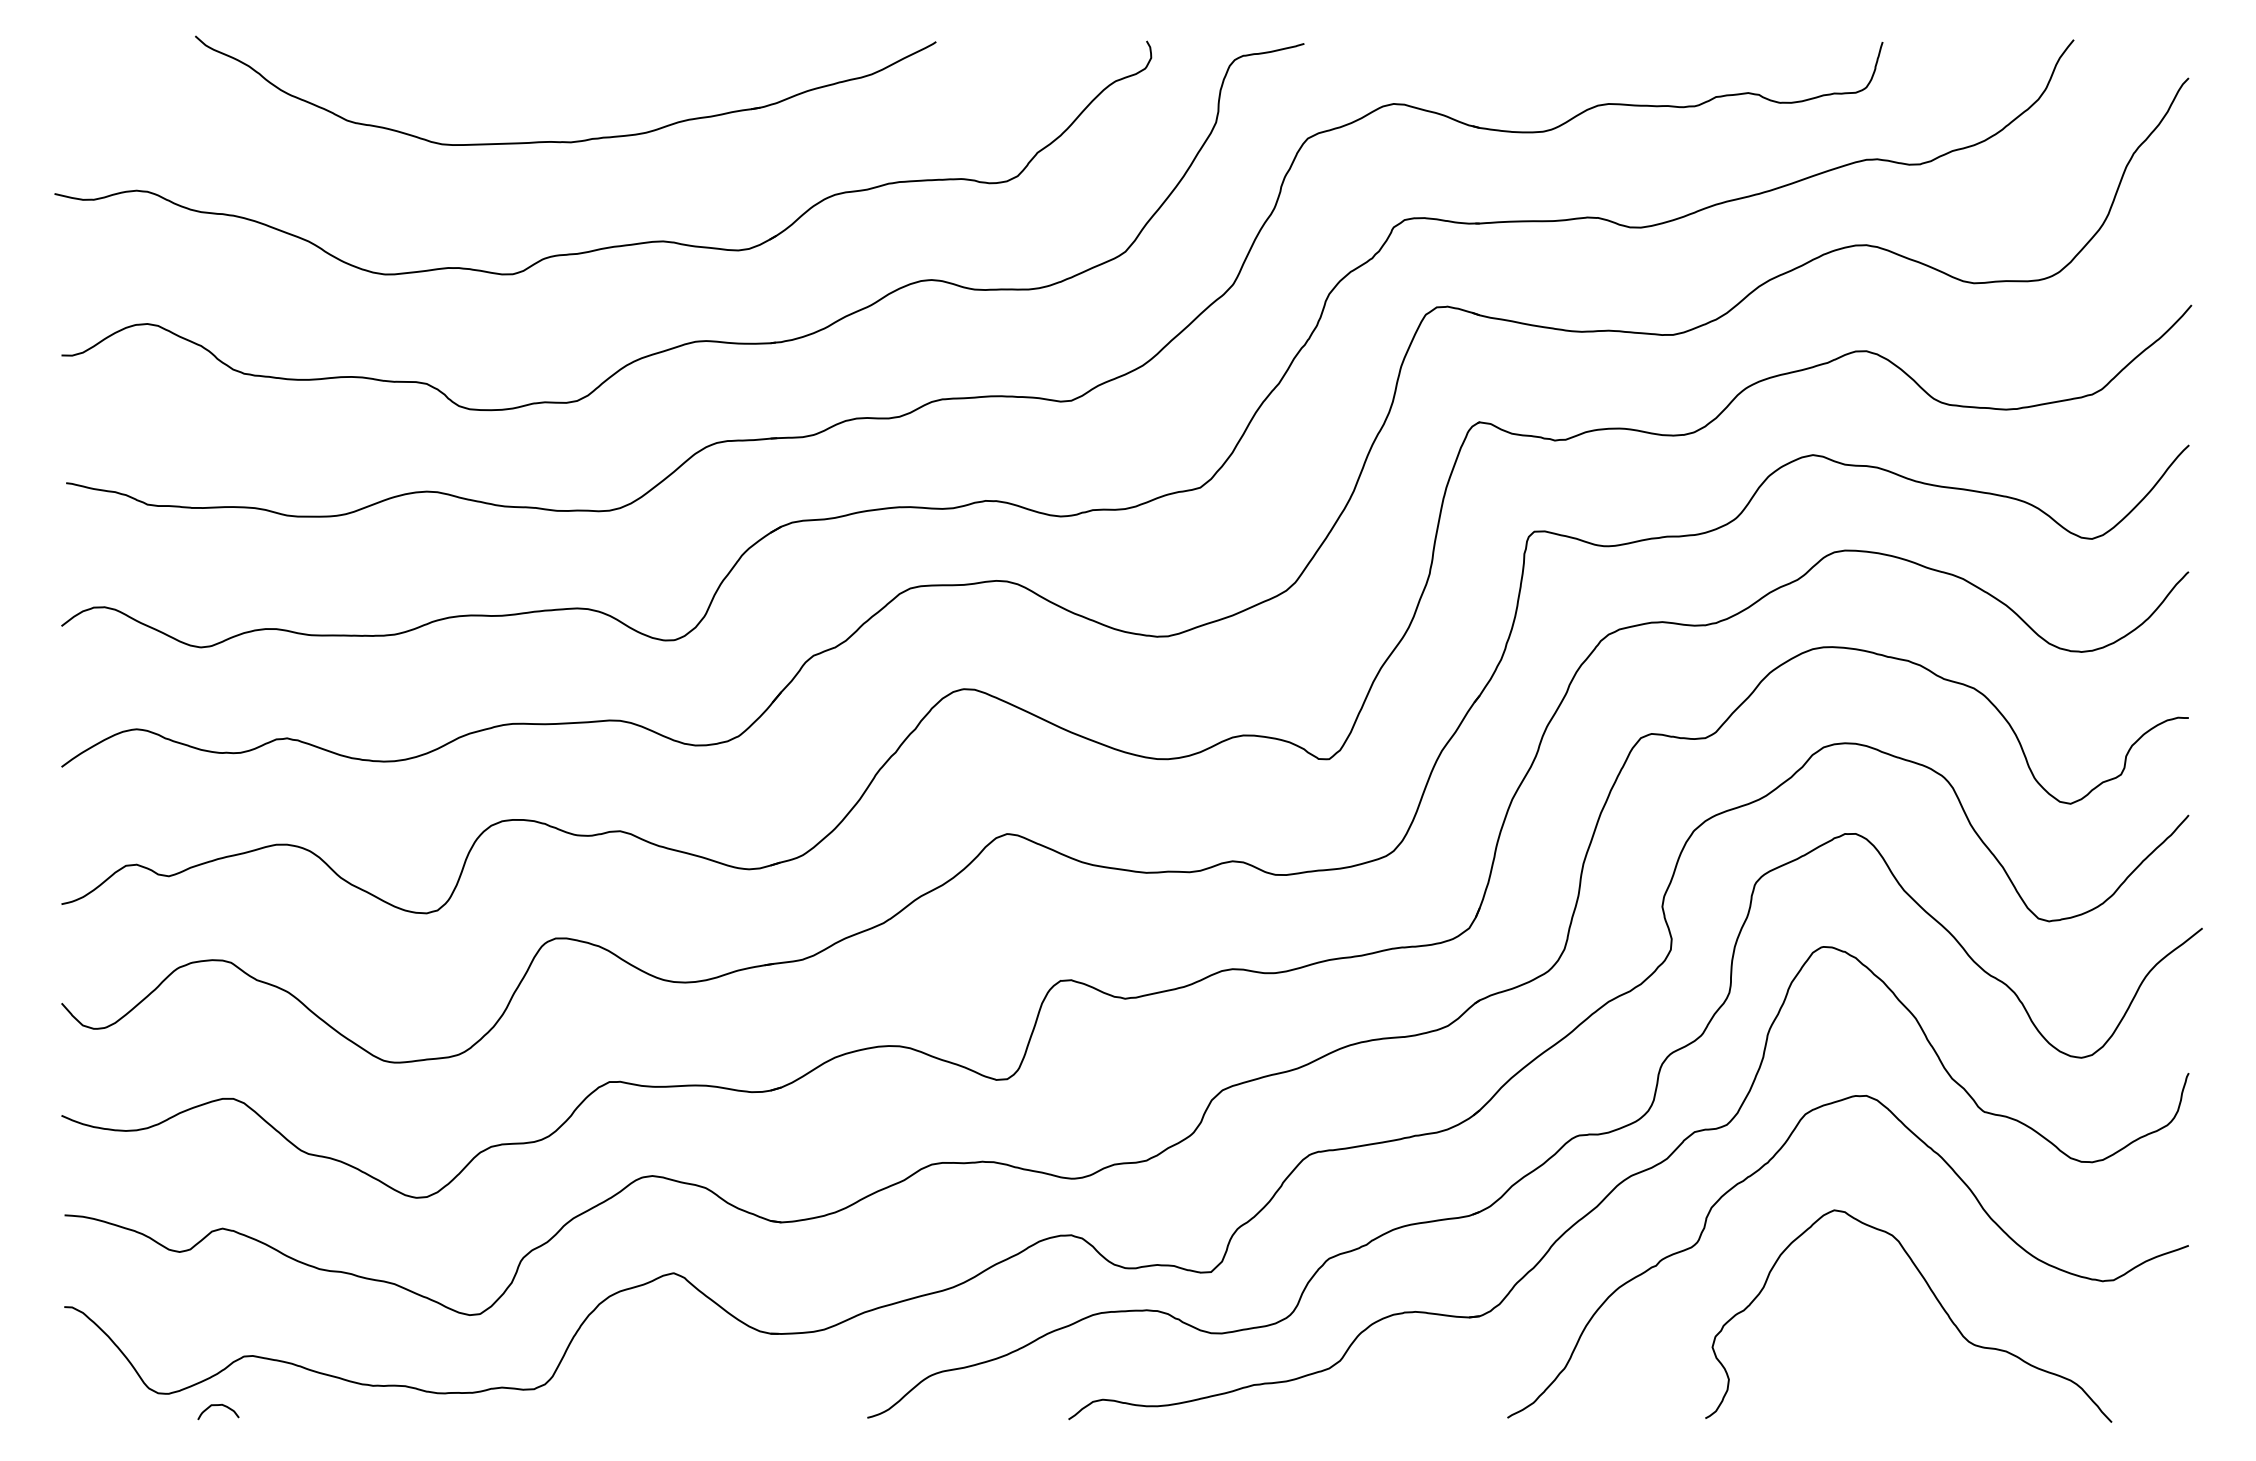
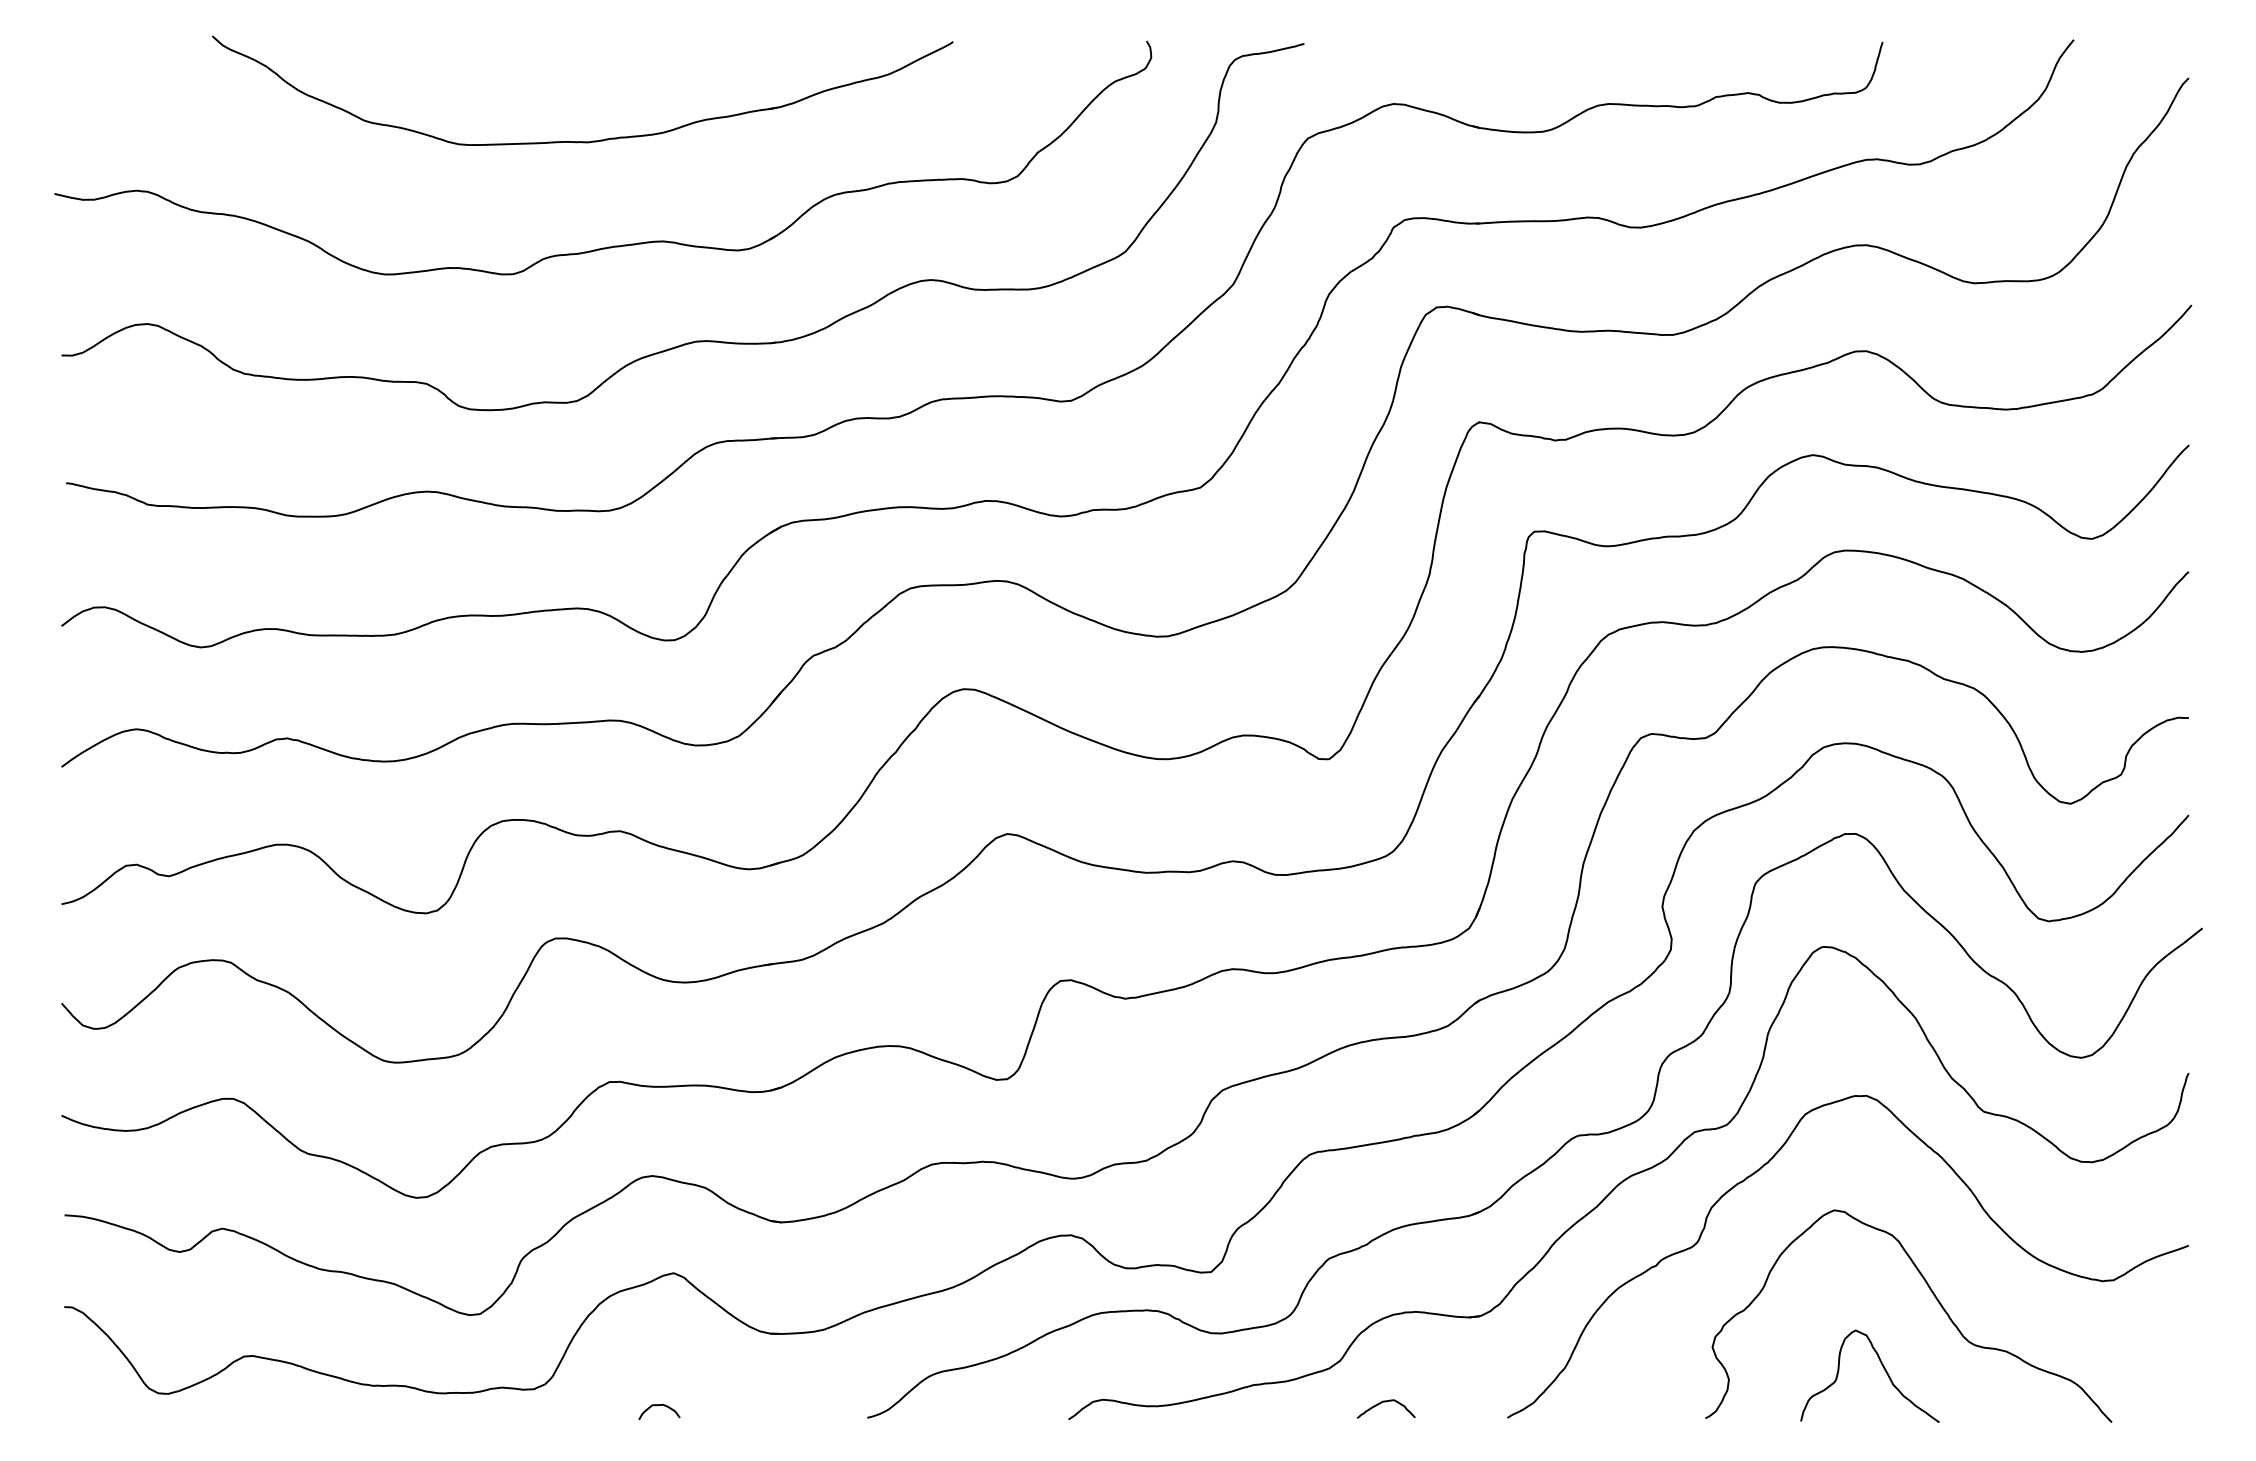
part at (575, 140) position: (575, 140) -> (592, 140)
curve at (1881, 1365): none -> present
curve at (1386, 1402): none -> present
curve at (218, 1405) position: (218, 1405) -> (659, 1405)
